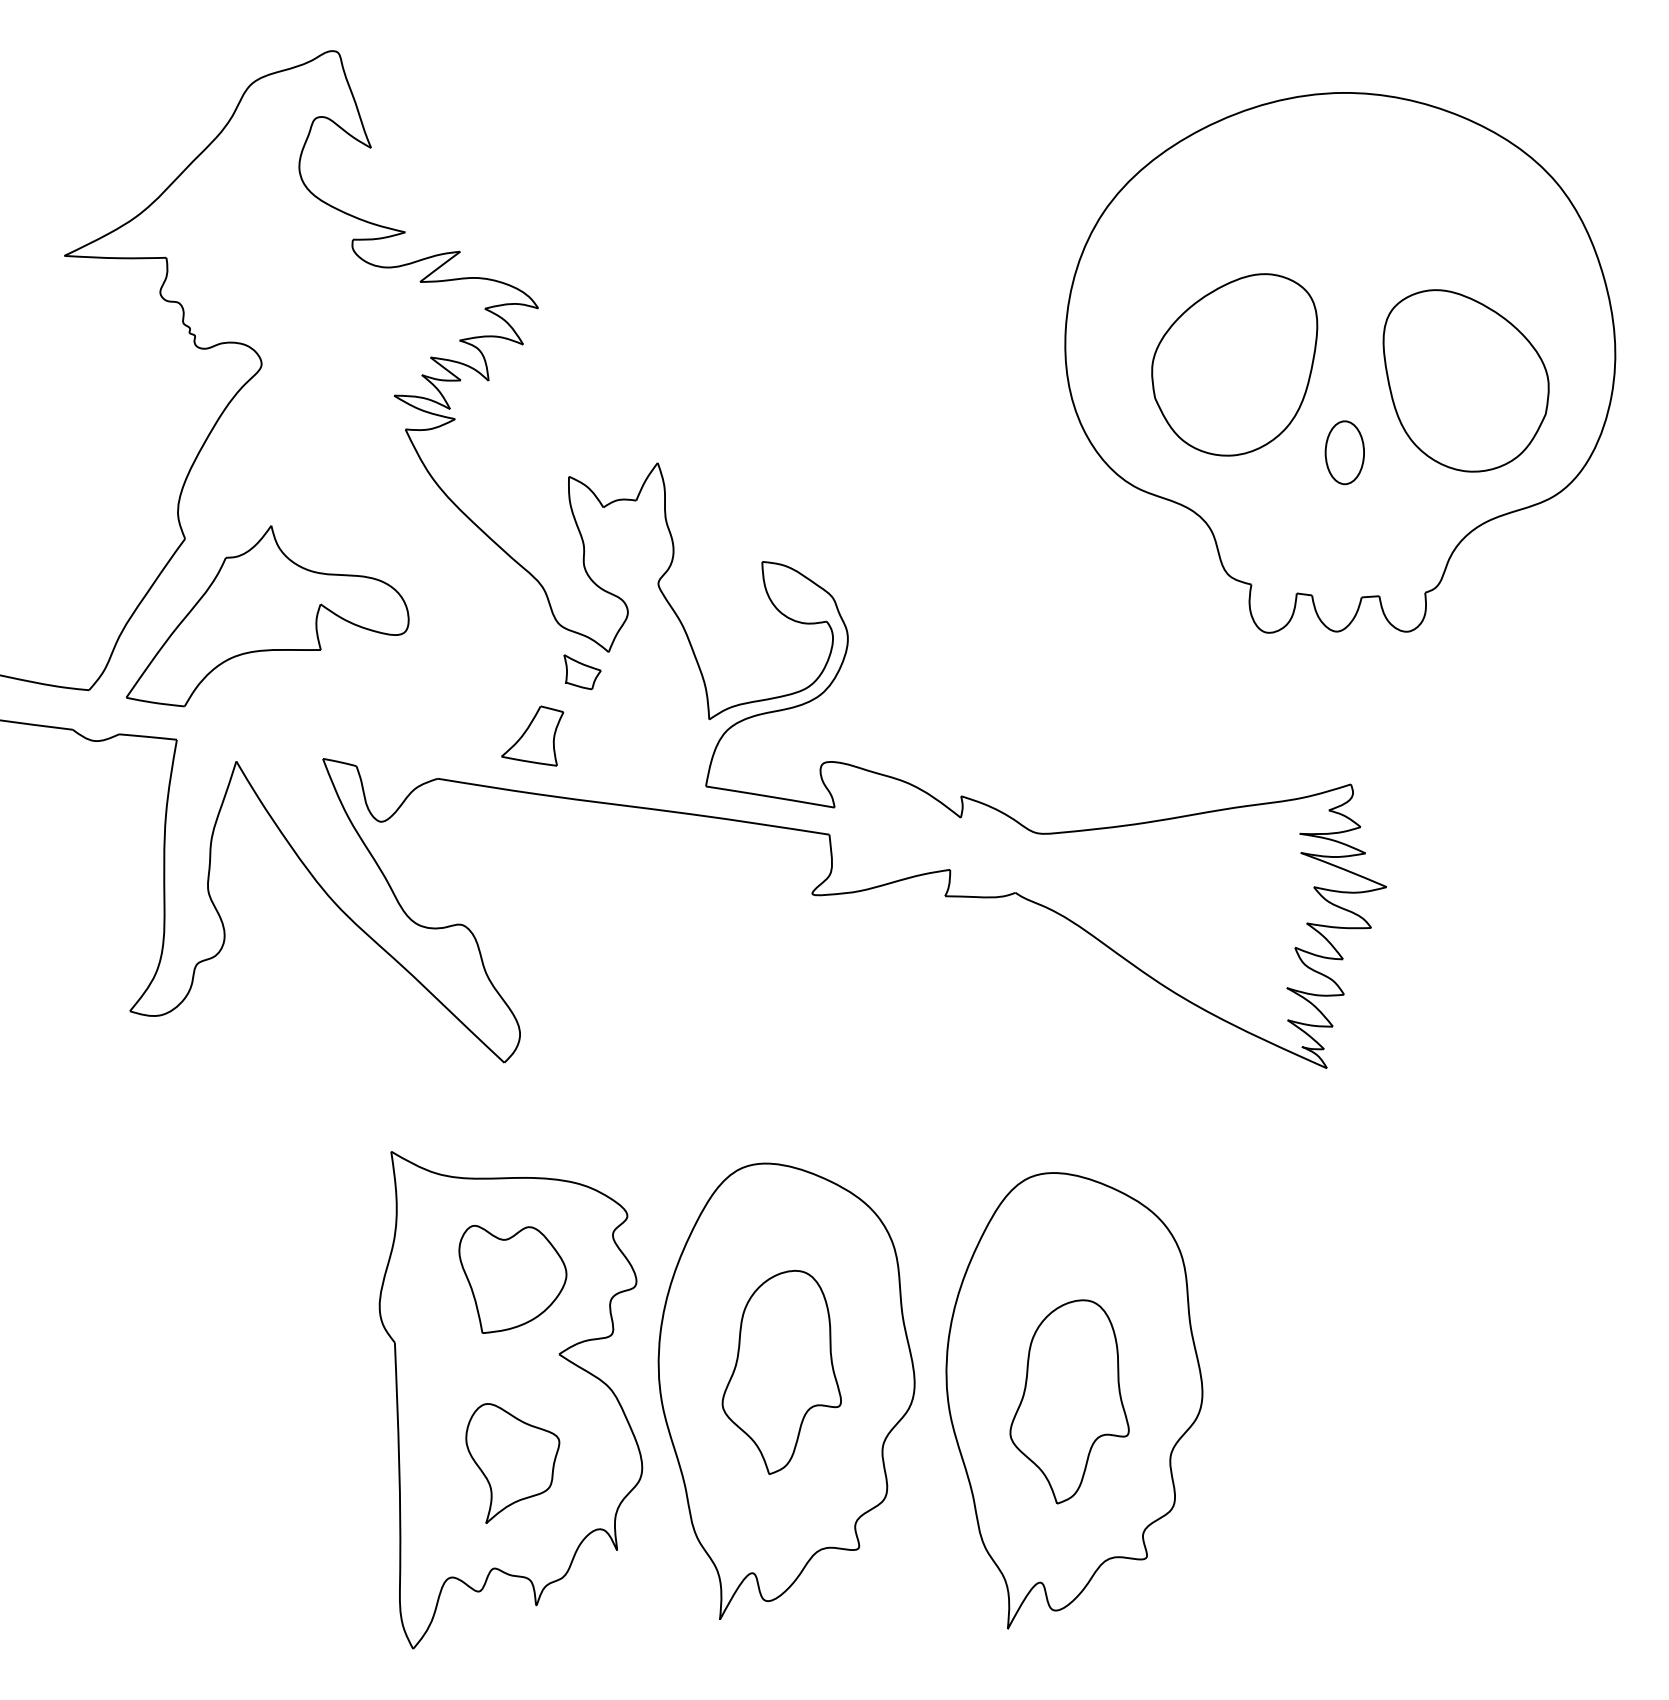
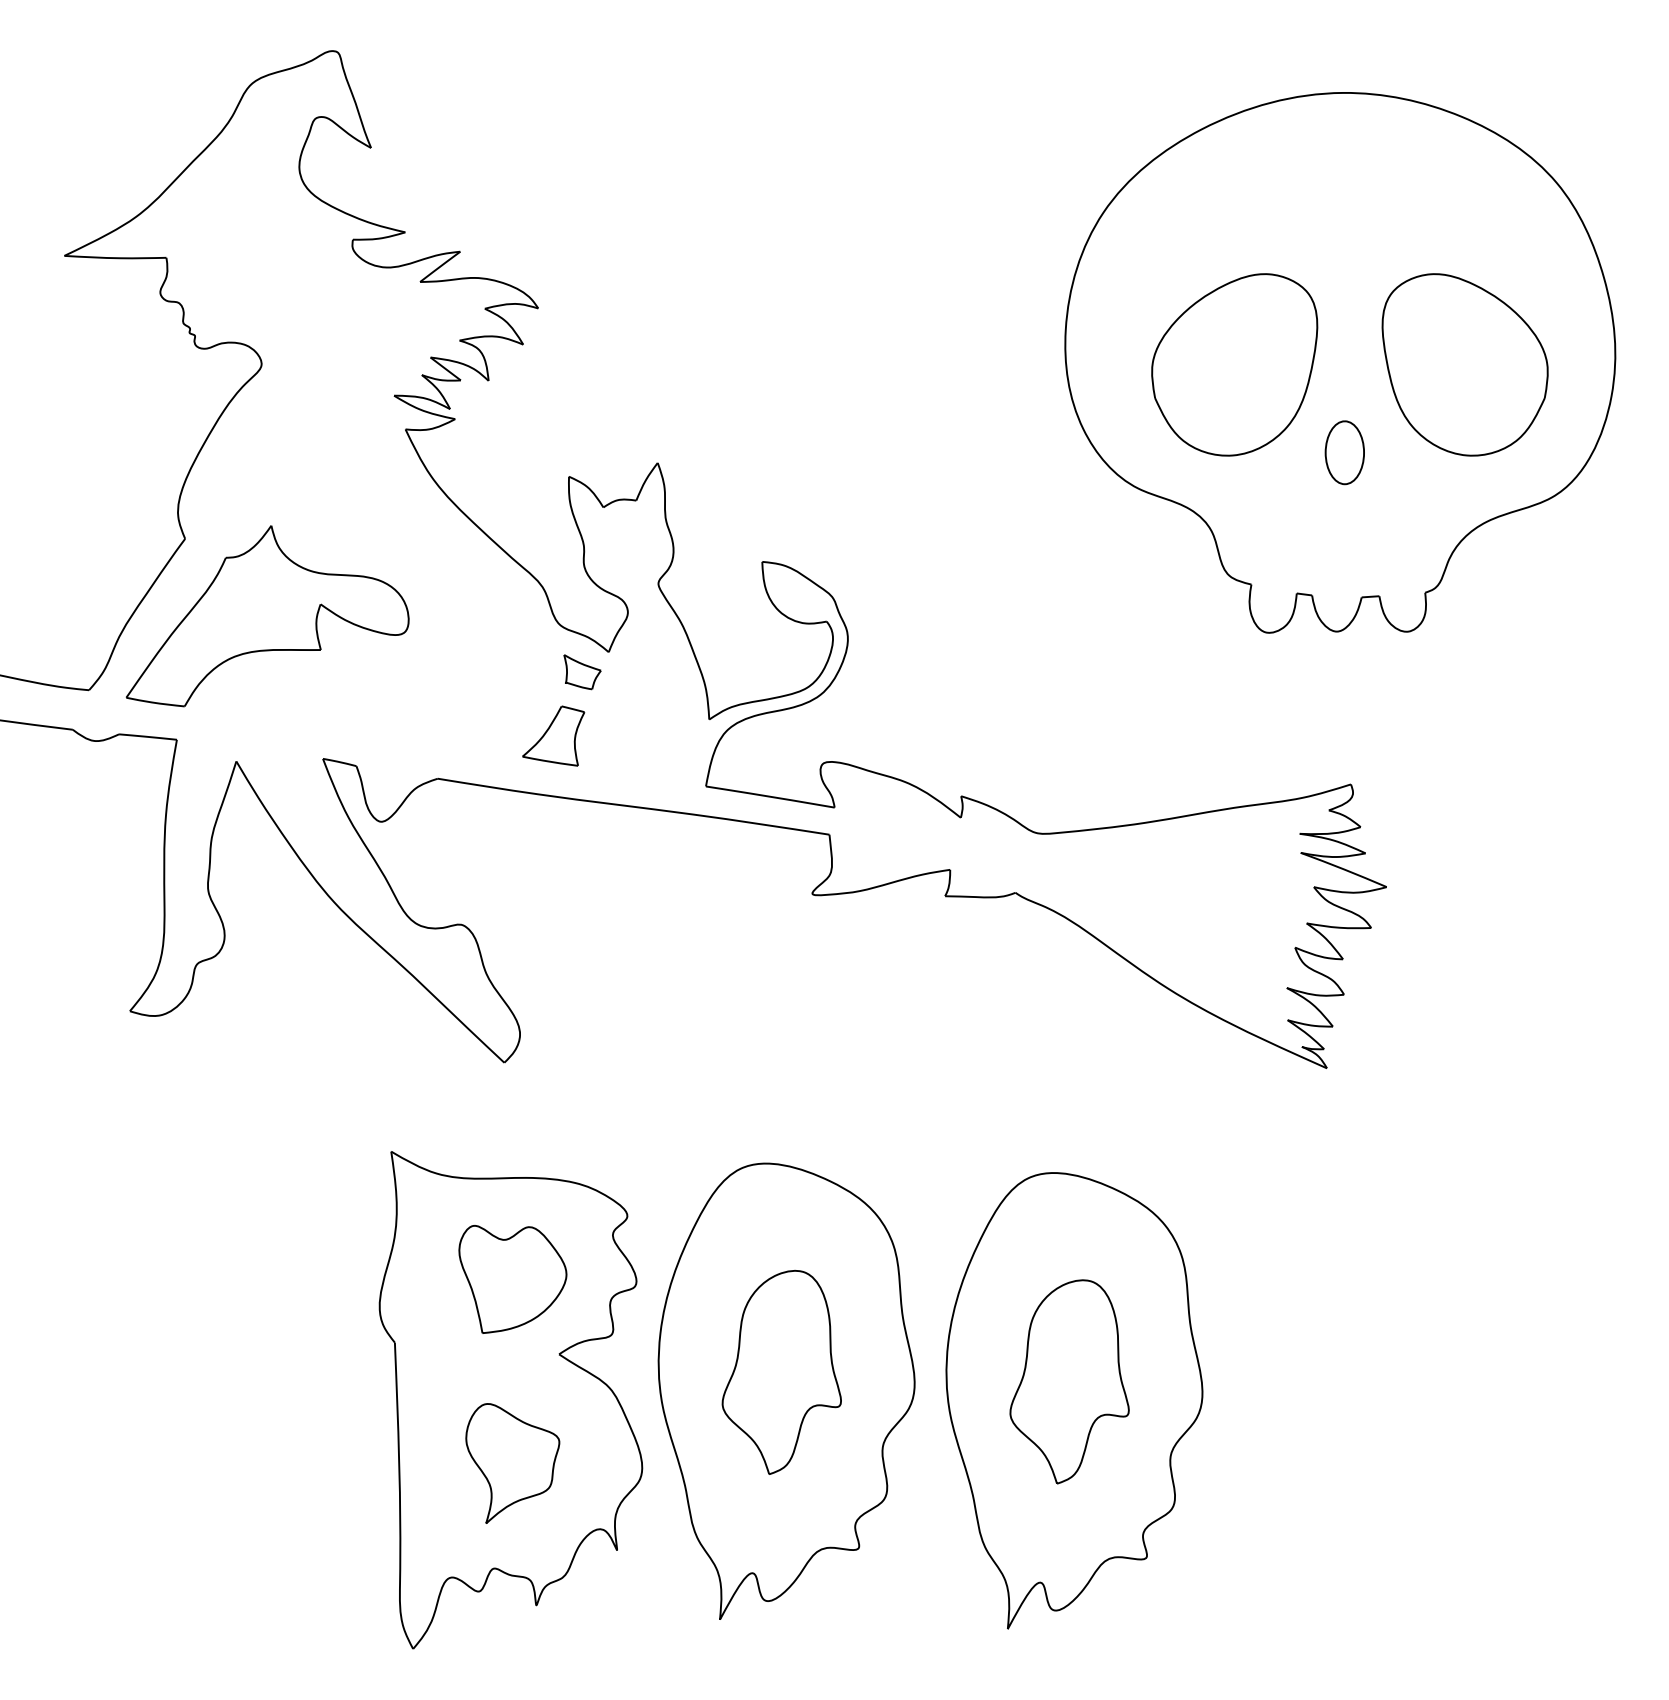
part at (1465, 380) position: (1465, 380) -> (1464, 364)
part at (532, 735) position: (532, 735) -> (553, 735)
part at (1069, 1401) position: (1069, 1401) -> (1069, 1381)
